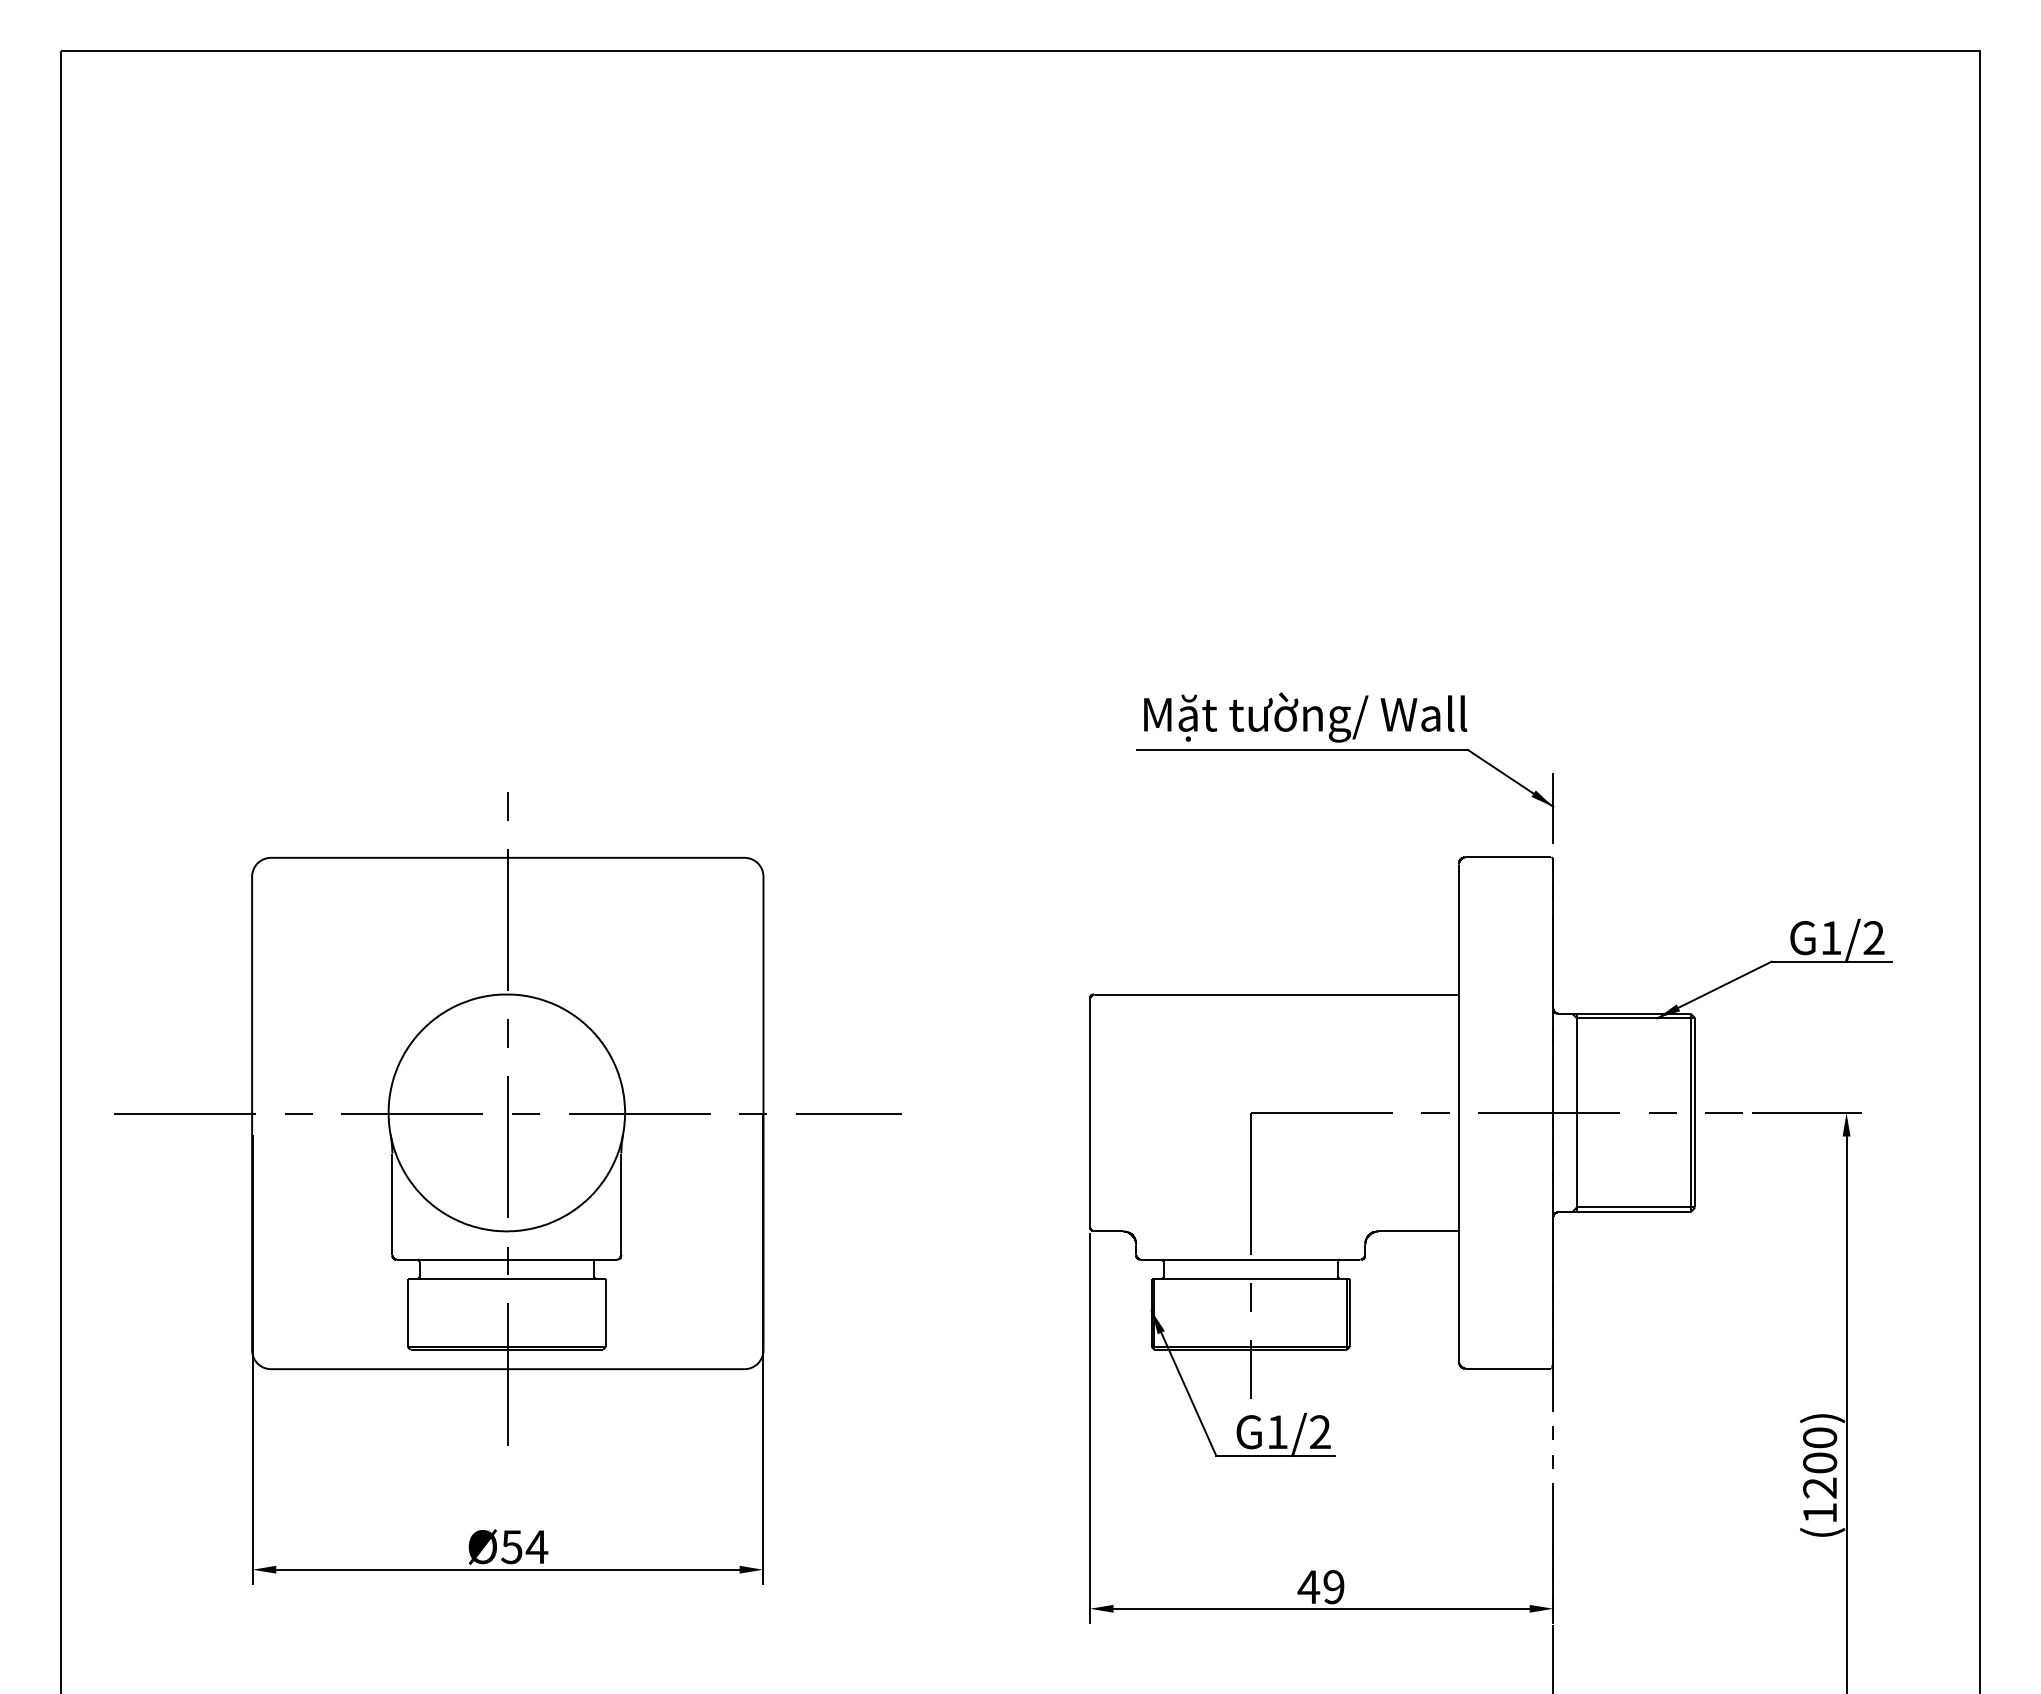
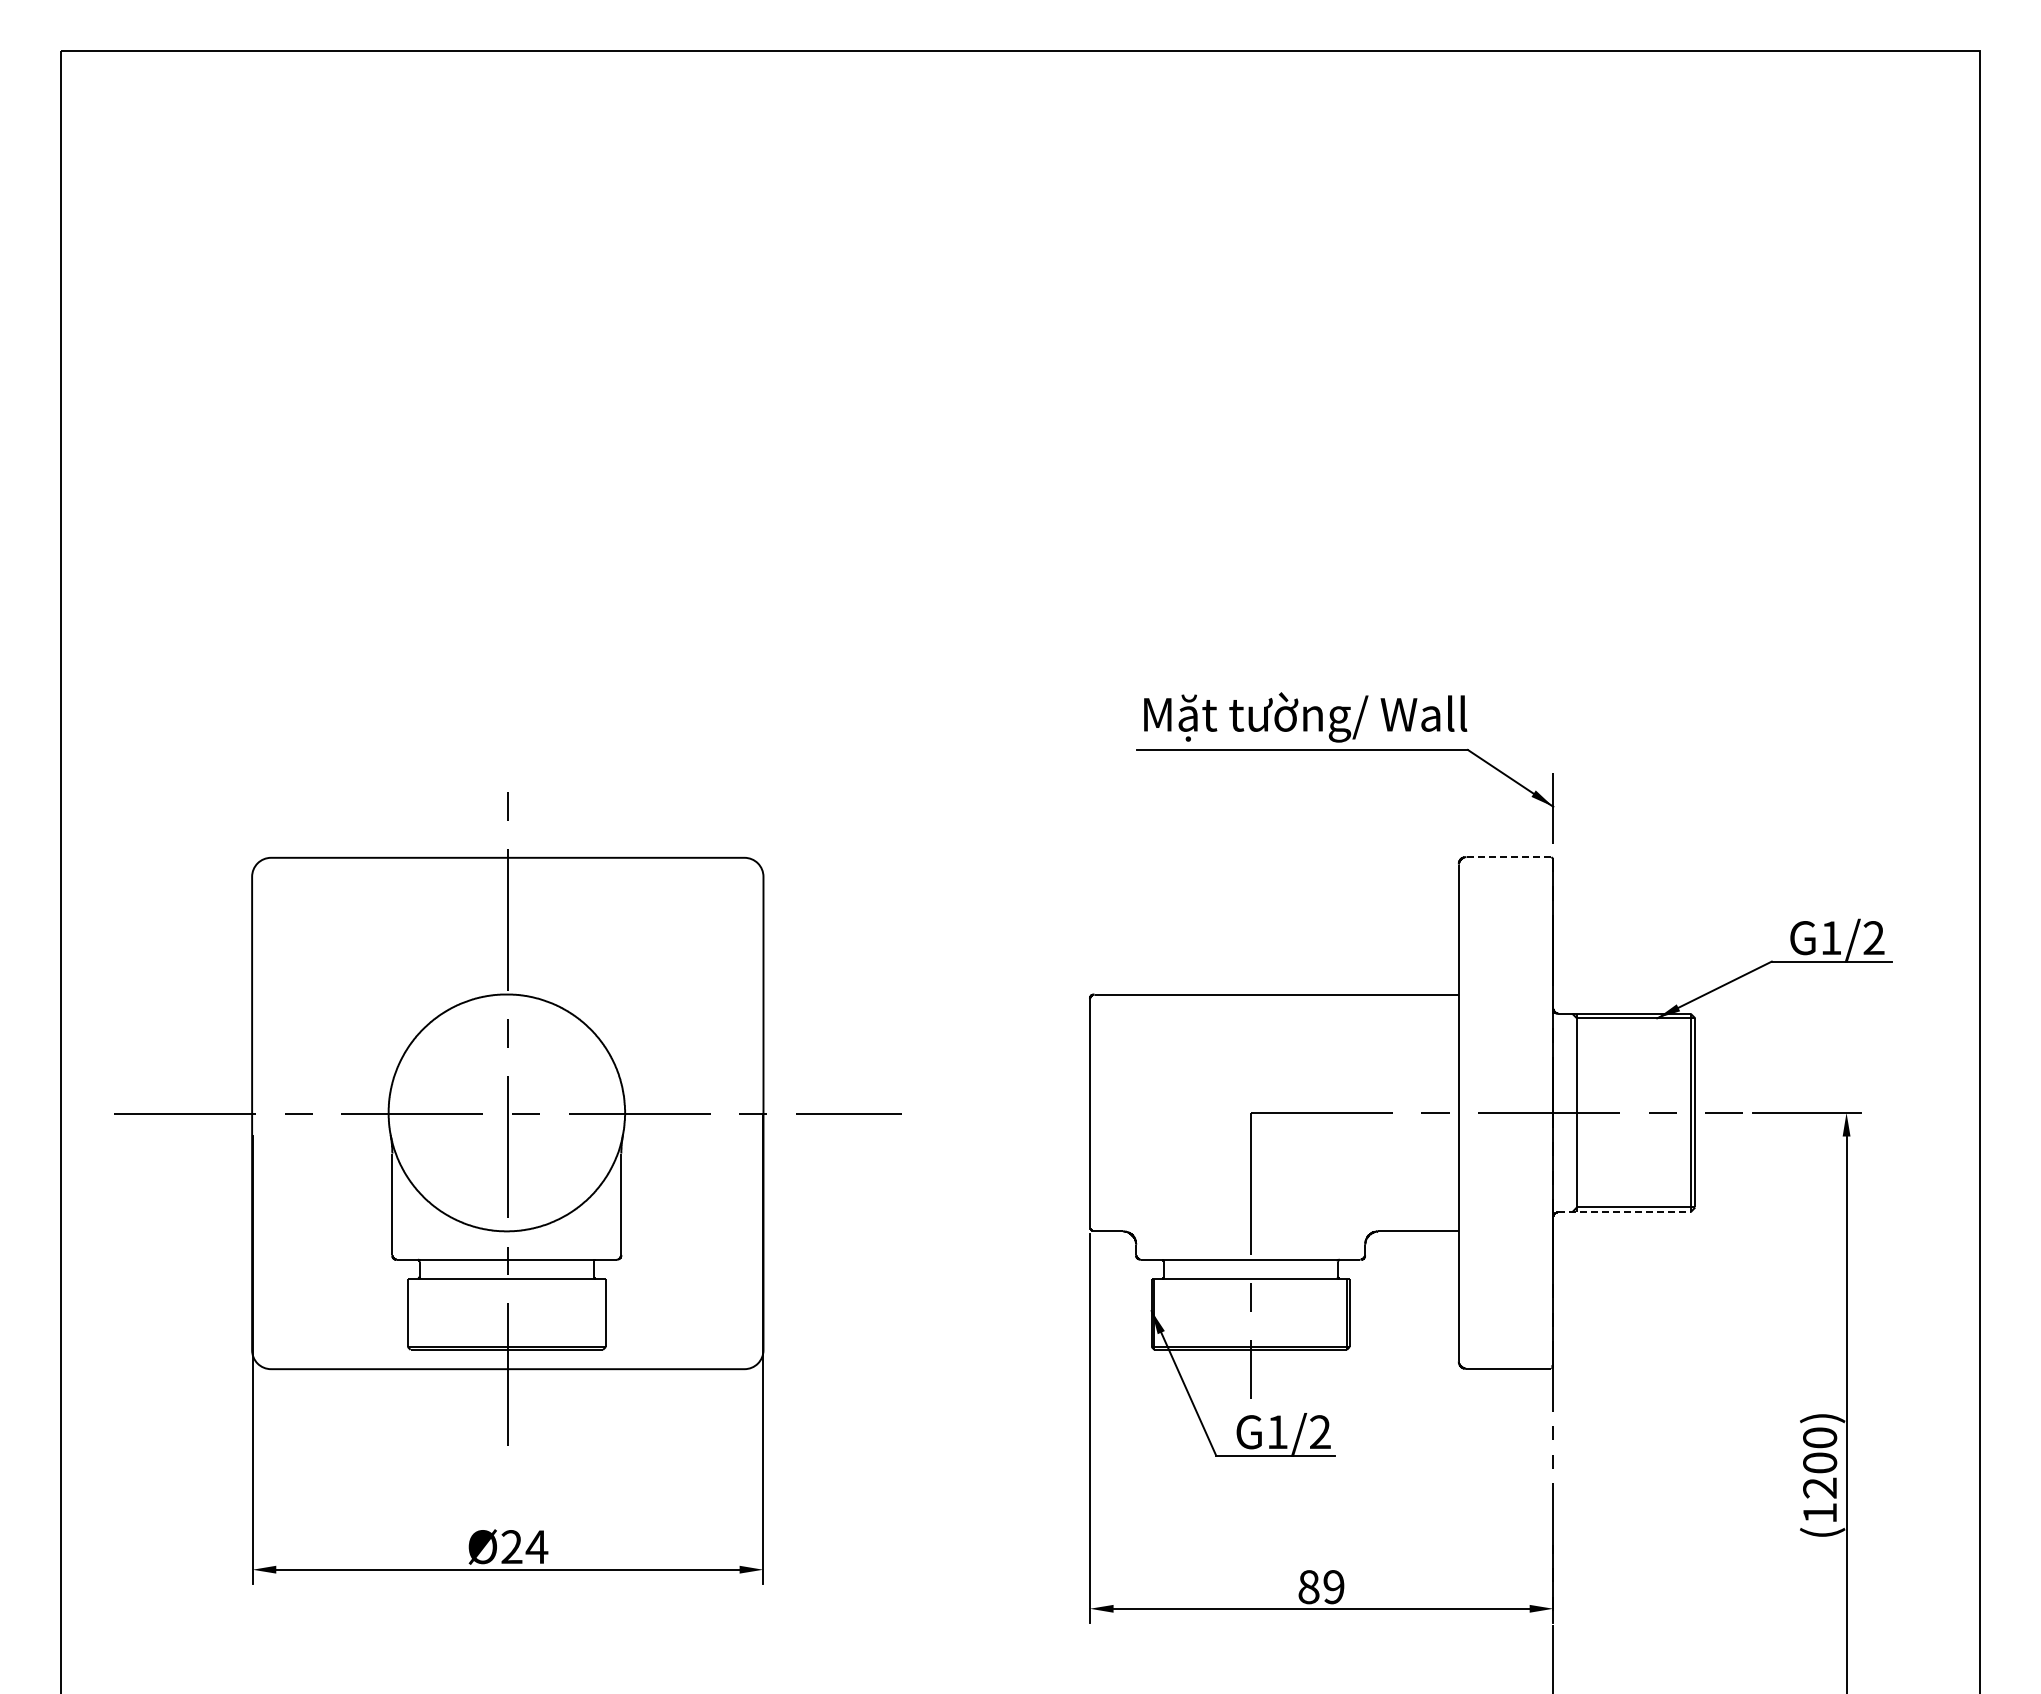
line at (1508, 857): solid -> dashed
line at (1624, 1212): solid -> dashed
text at (511, 1547): Ø54 -> Ø24
text at (1308, 1587): 49 -> 89
